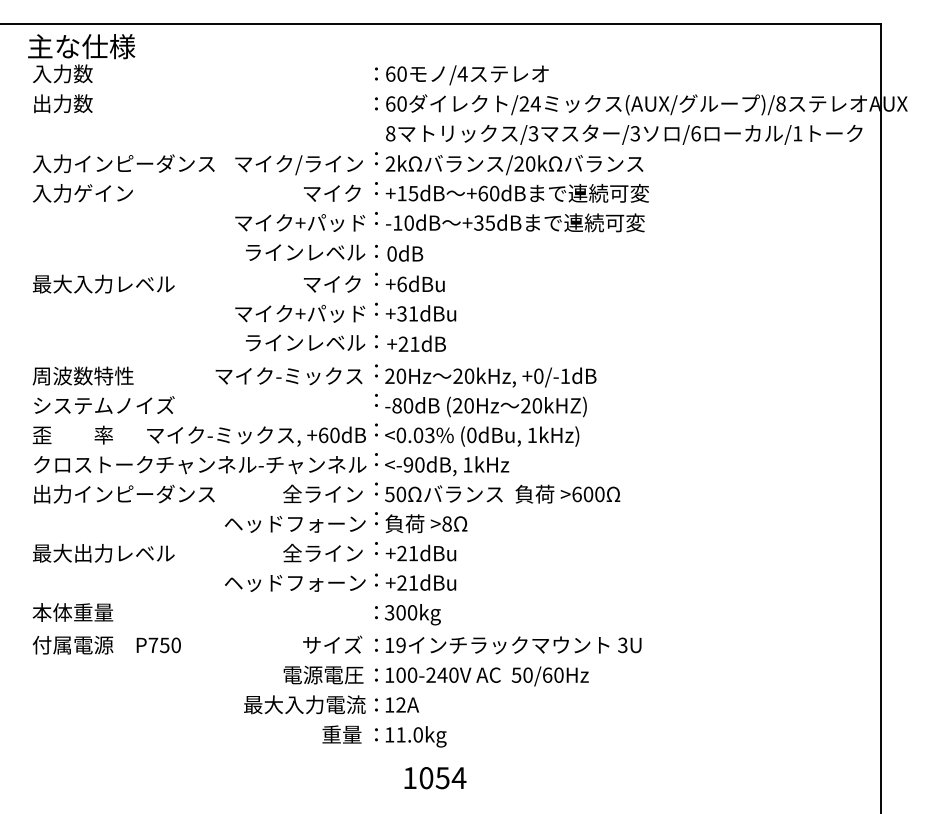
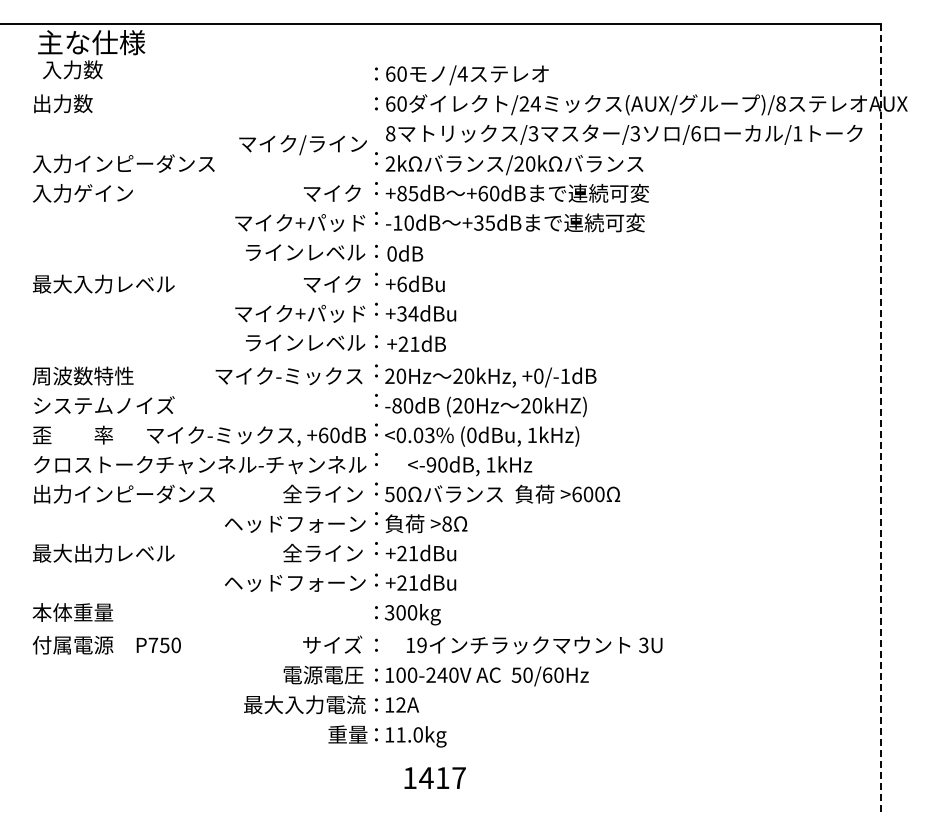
text at (81, 58) position: (81, 58) -> (91, 54)
text at (298, 165) position: (298, 165) -> (302, 145)
text at (401, 193): +15dB -> +85dB
text at (413, 313): +31dBu -> +34dBu
line at (880, 419): solid -> dashed
text at (447, 466) position: (447, 466) -> (470, 466)
text at (513, 645) position: (513, 645) -> (534, 645)
text at (341, 734) position: (341, 734) -> (347, 734)
text at (442, 778): 1054 -> 1417
